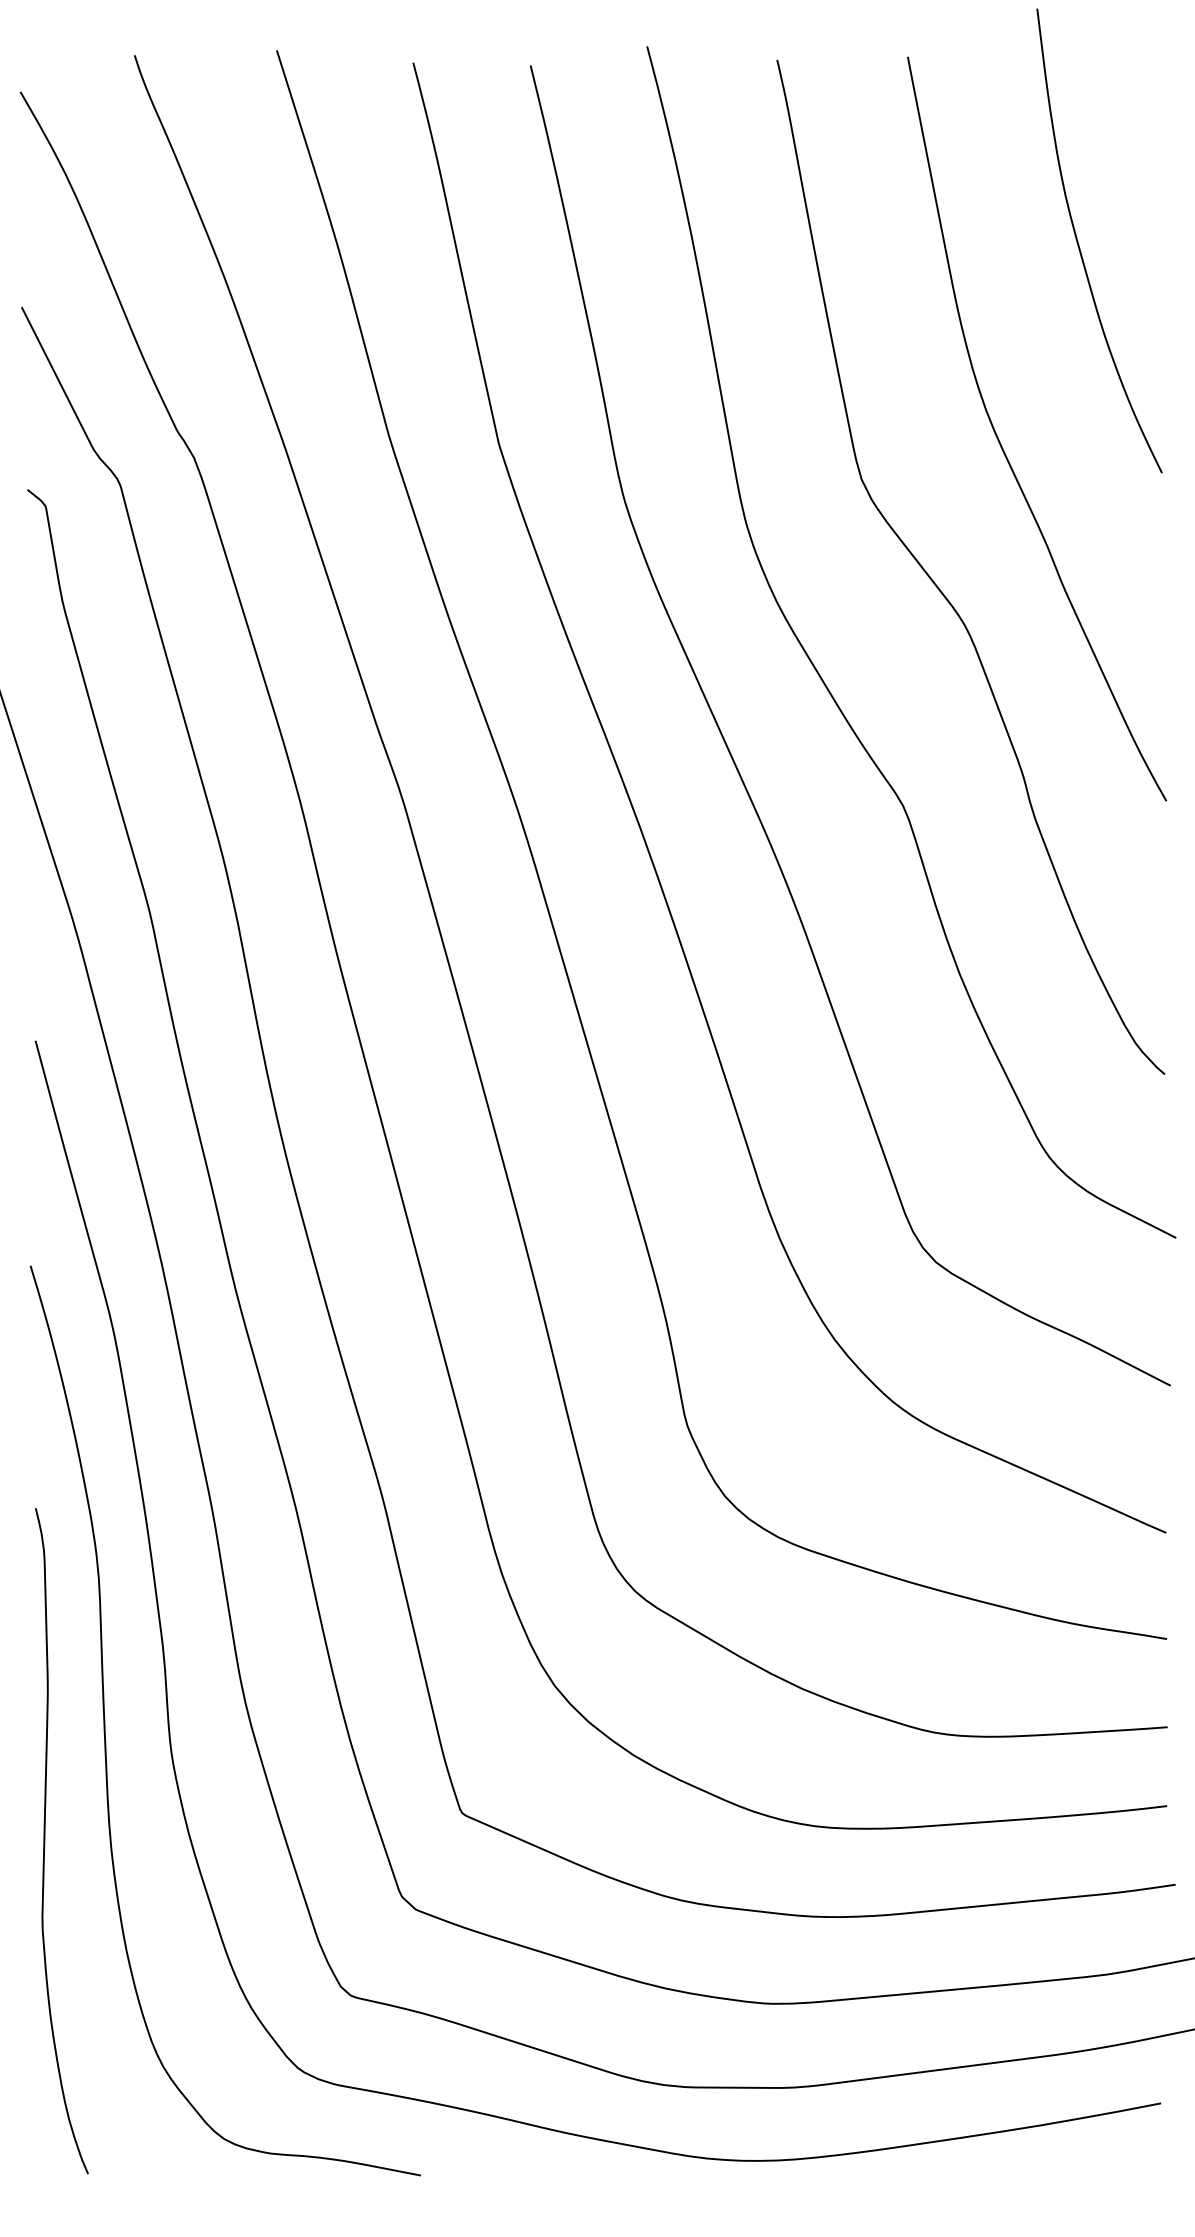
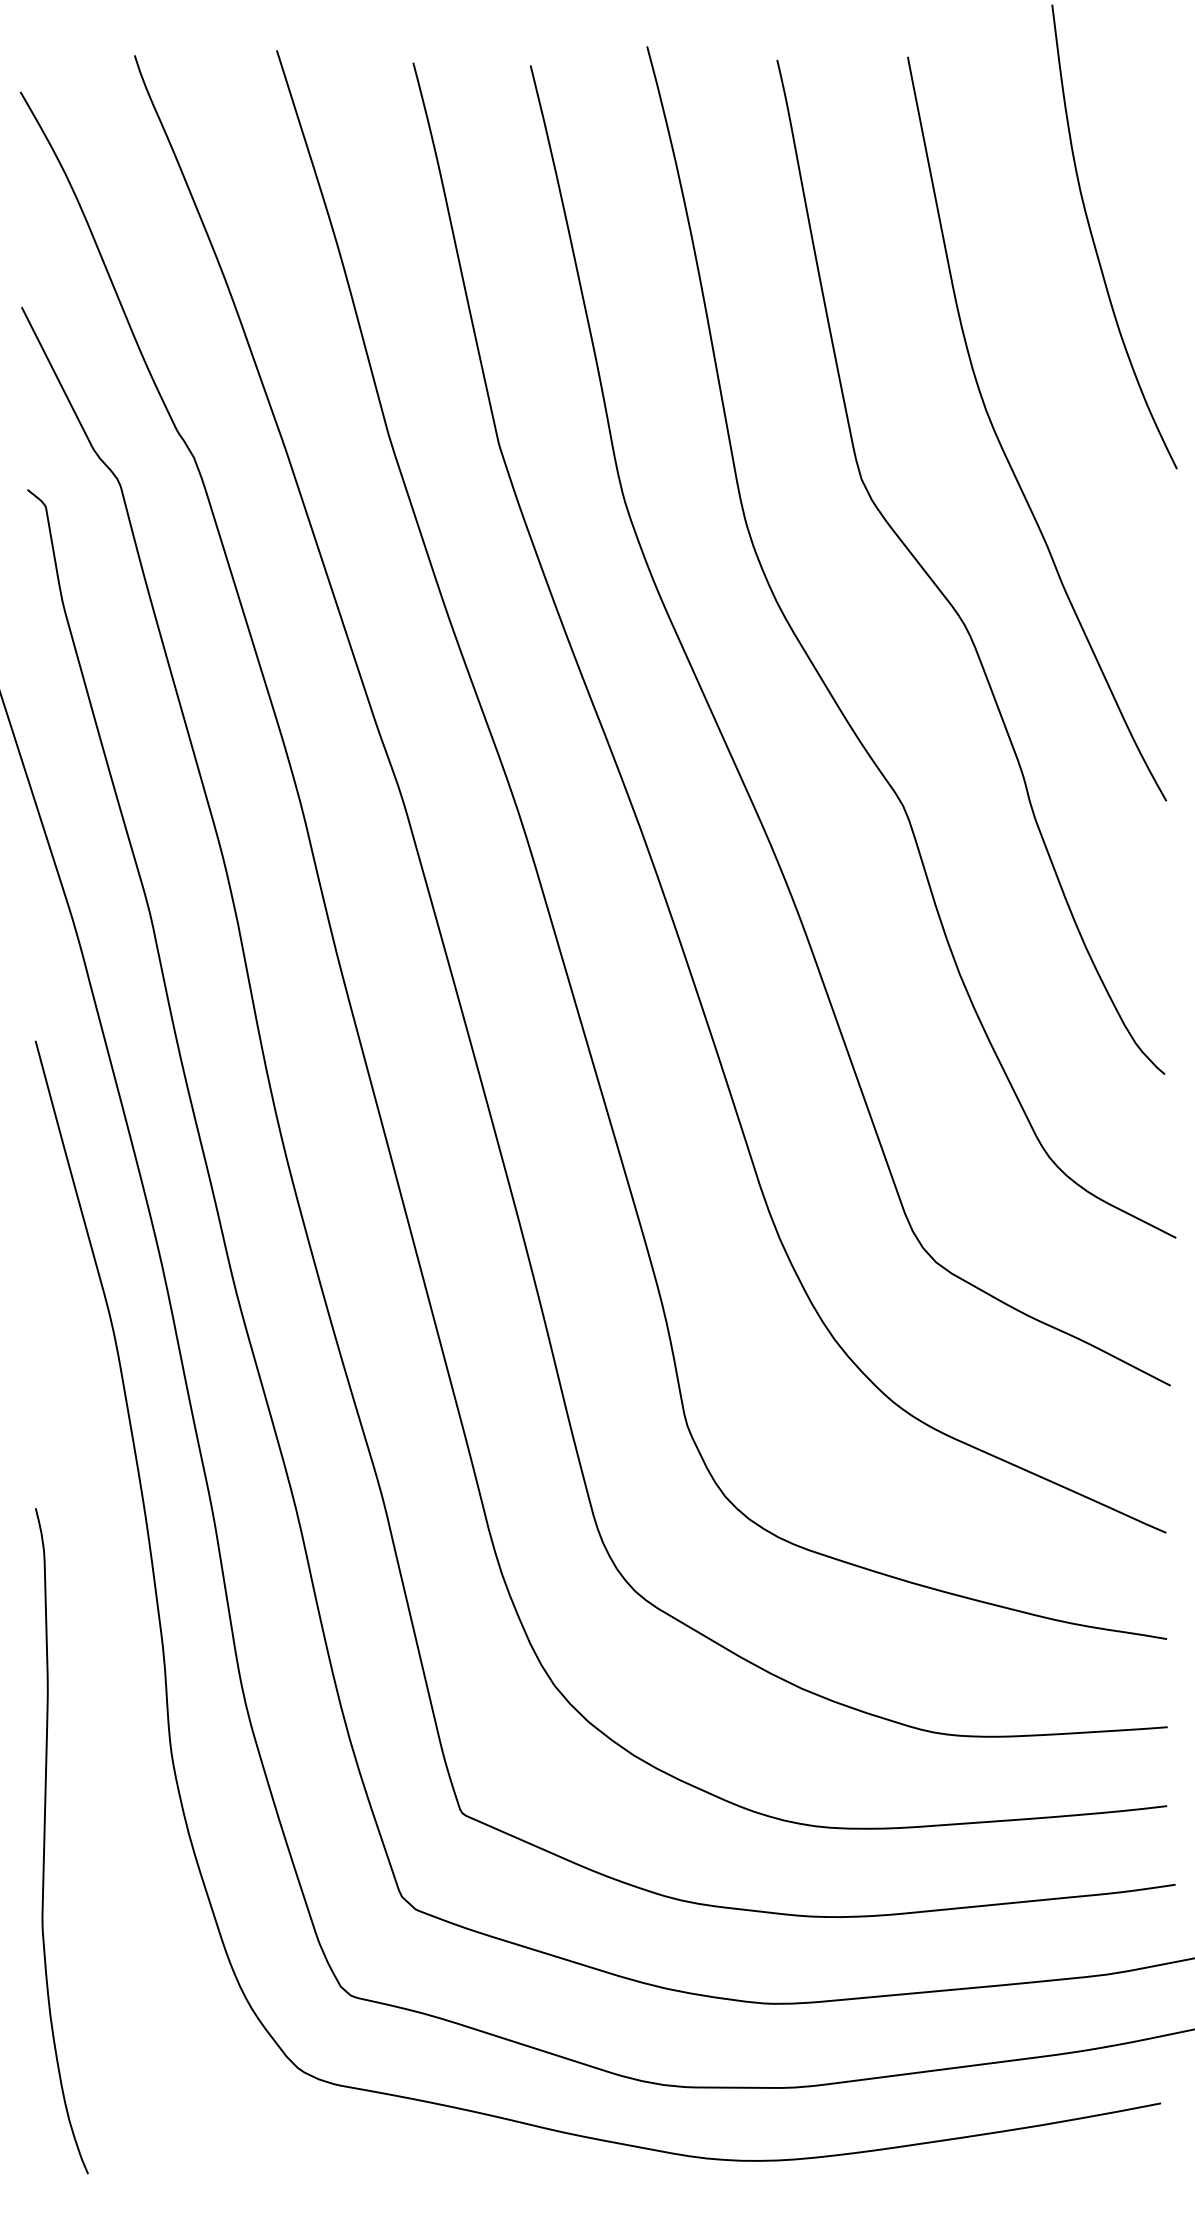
curve at (1079, 244) position: (1079, 244) -> (1094, 240)
curve at (105, 1720): present -> none
